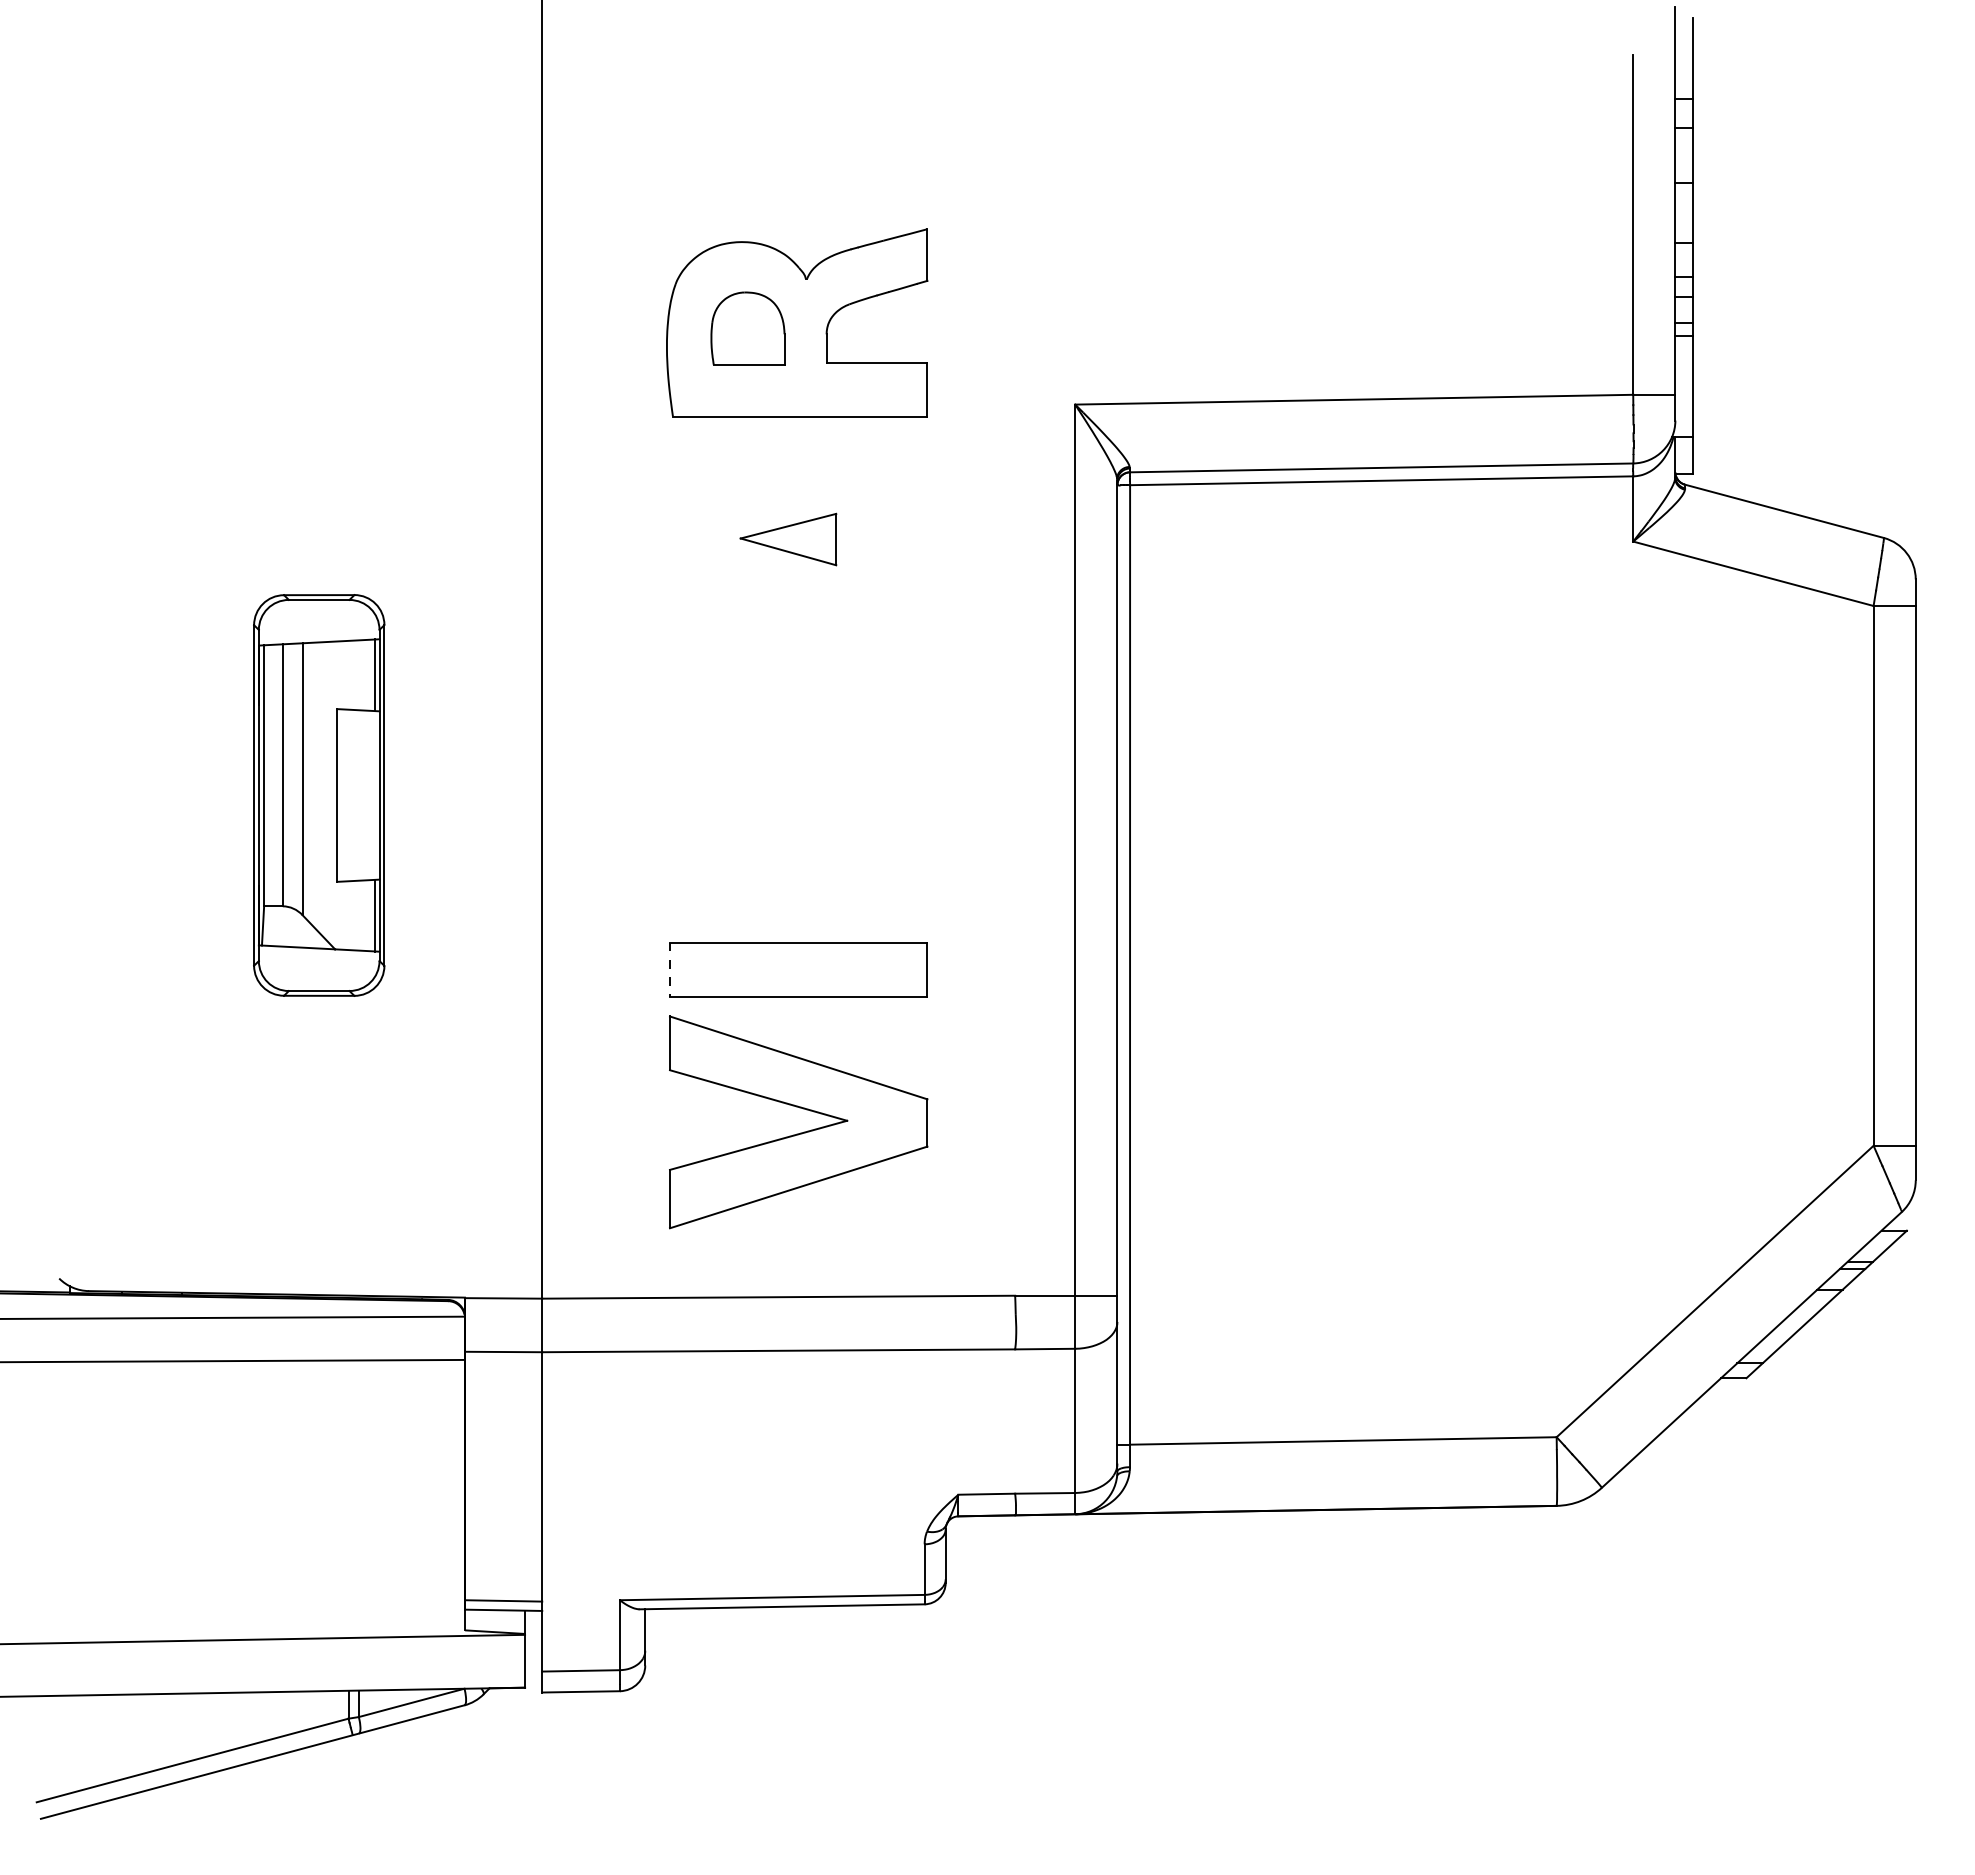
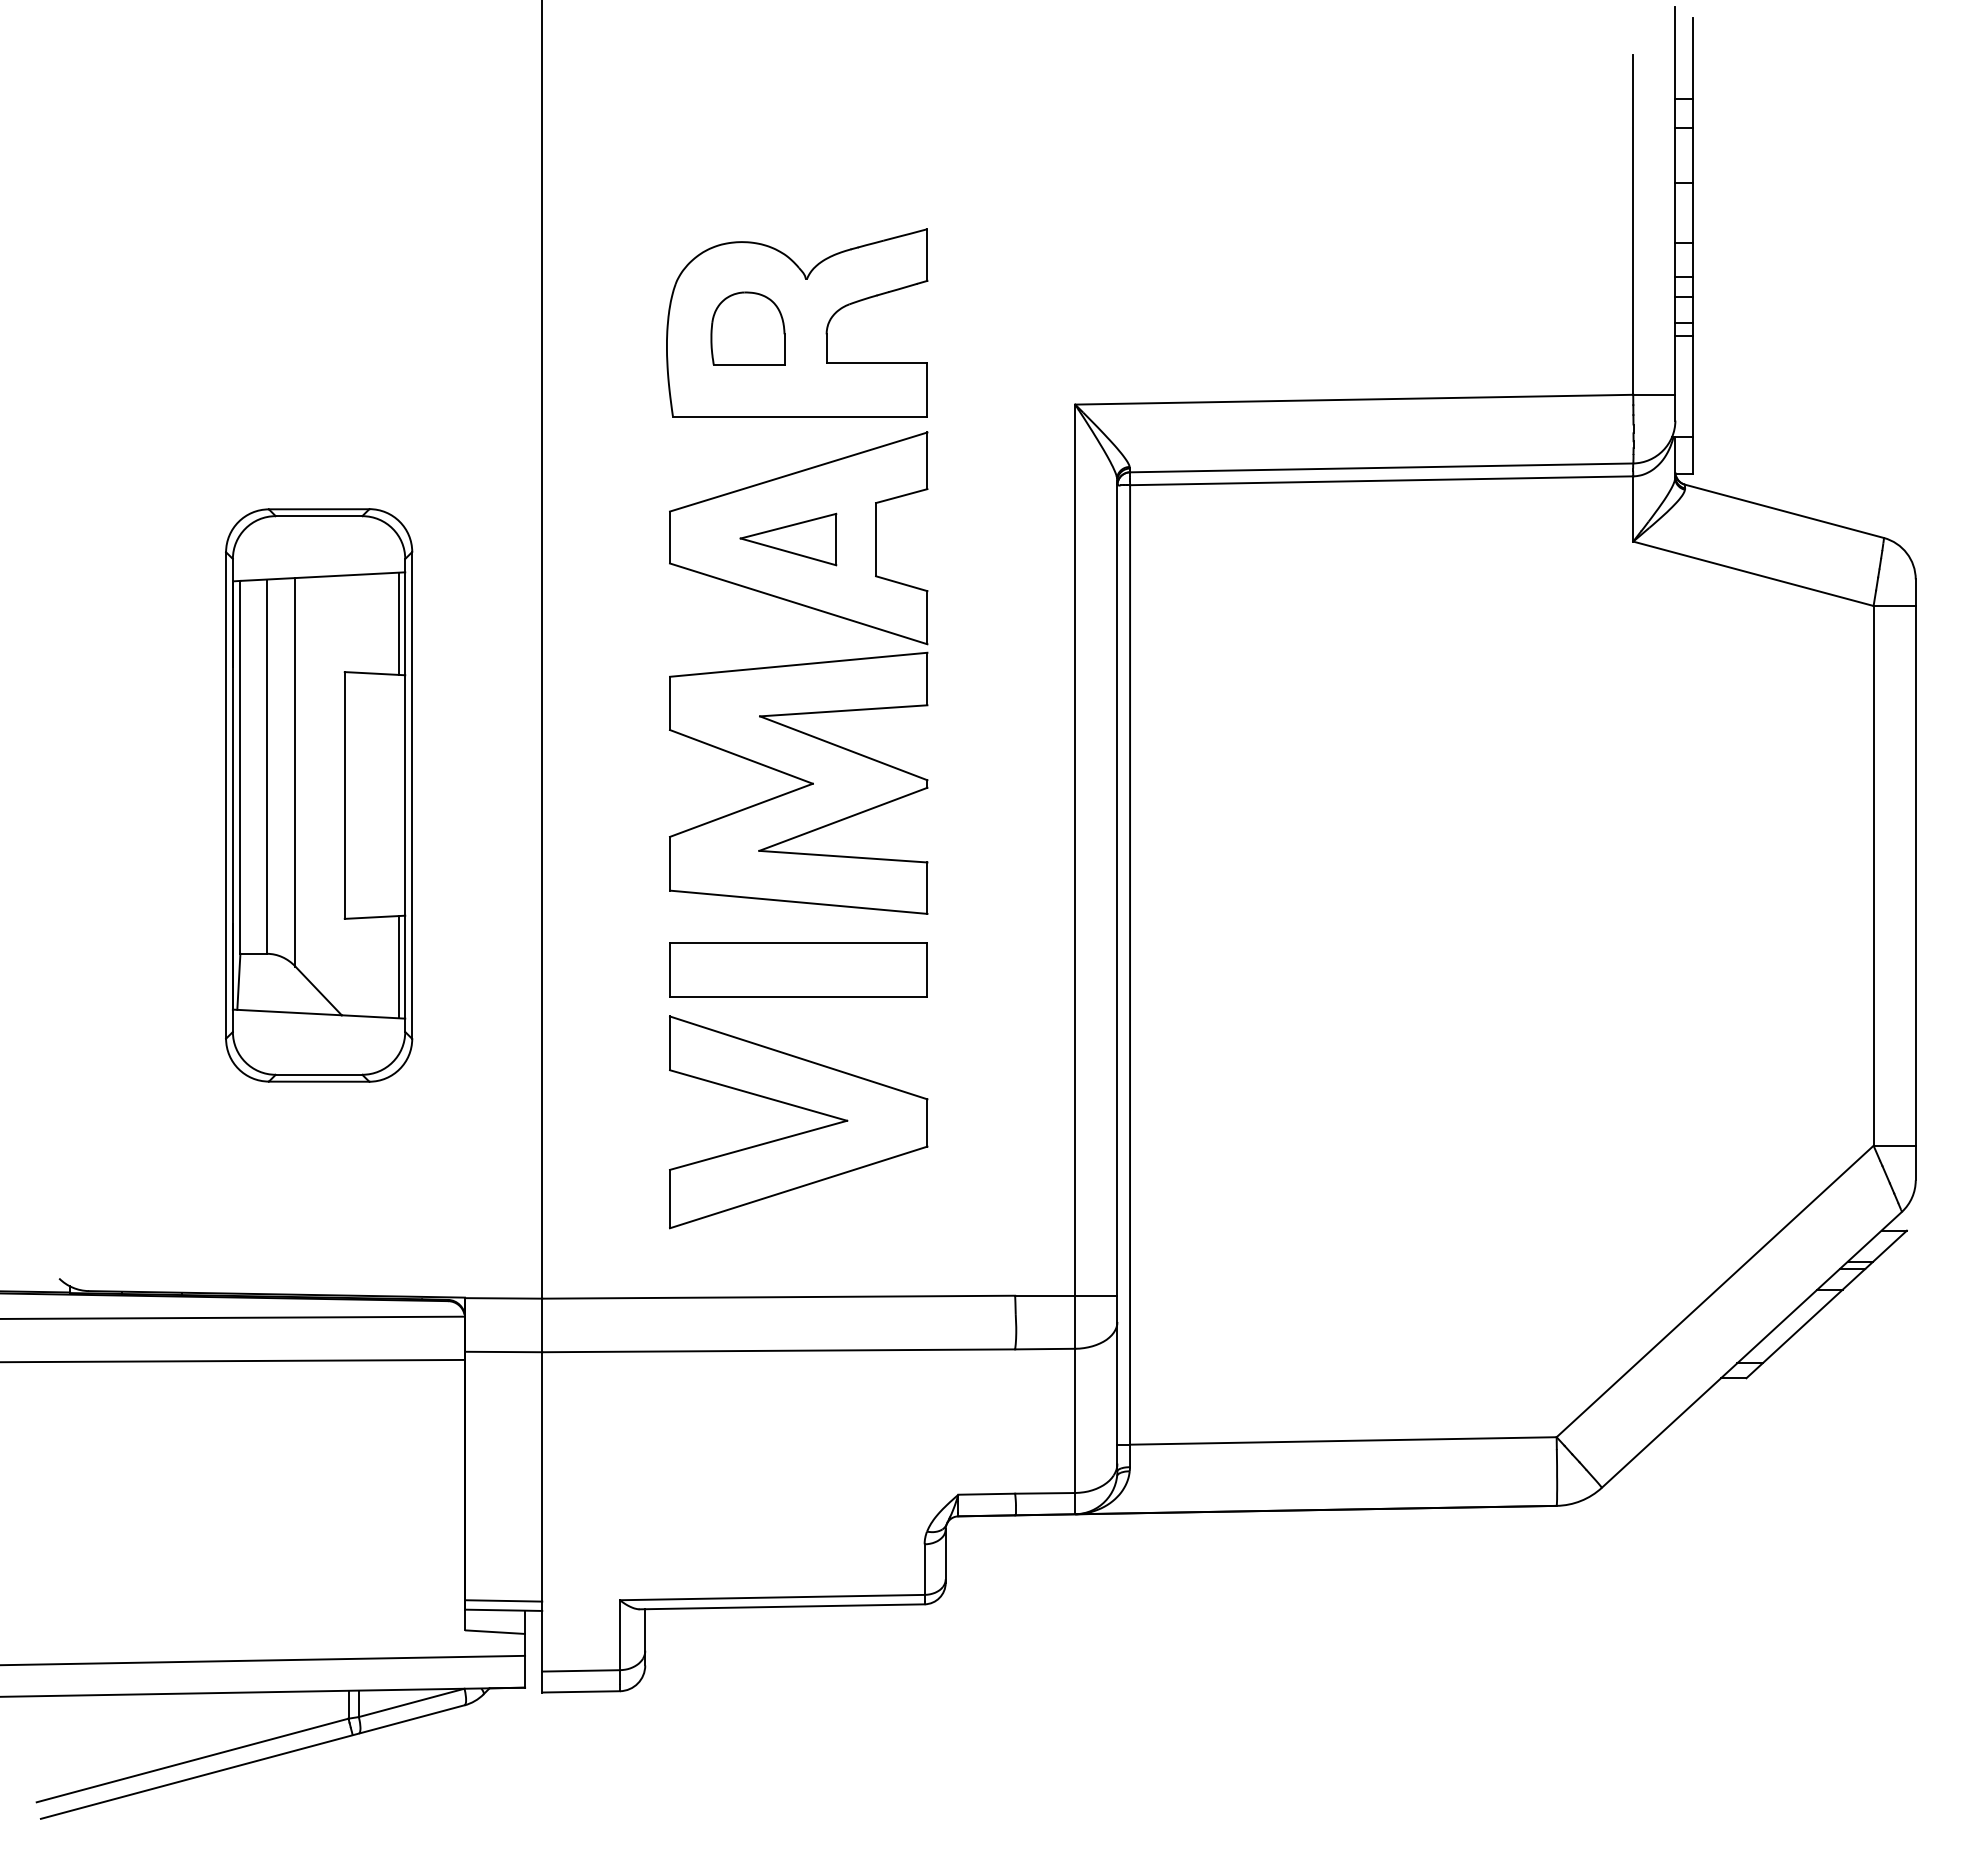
part at (798, 672): none -> present
part at (319, 795) size: 133x403 px -> 189x575 px
line at (669, 969): dashed -> solid
line at (263, 1639) position: (263, 1639) -> (263, 1660)
